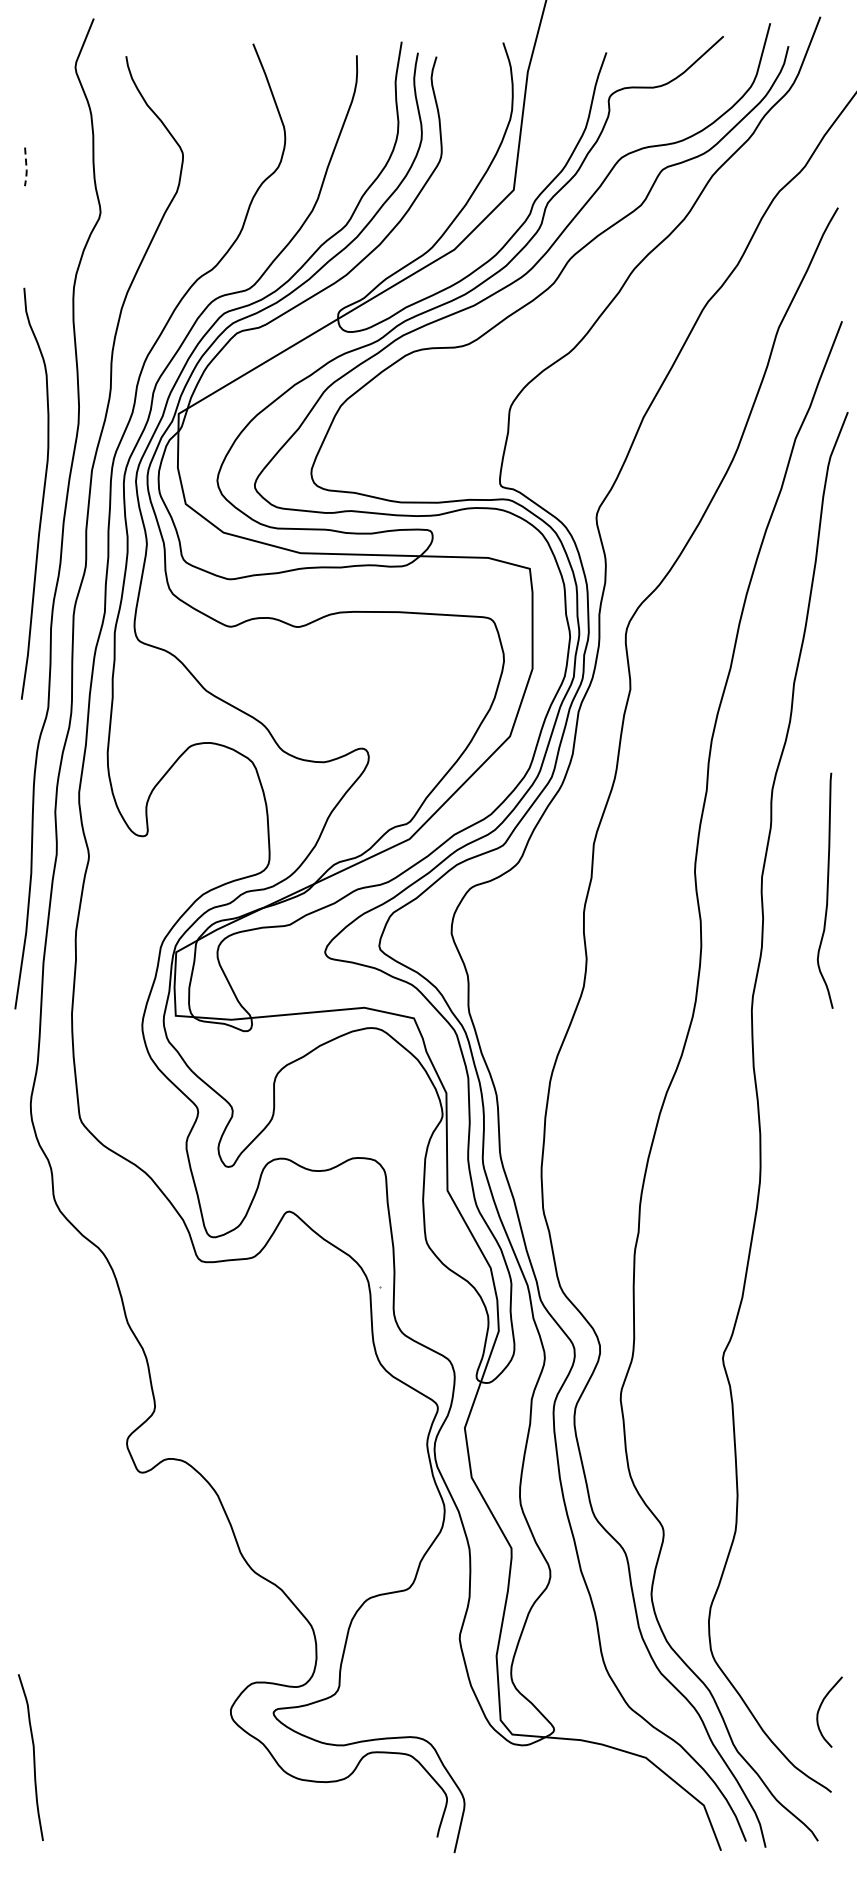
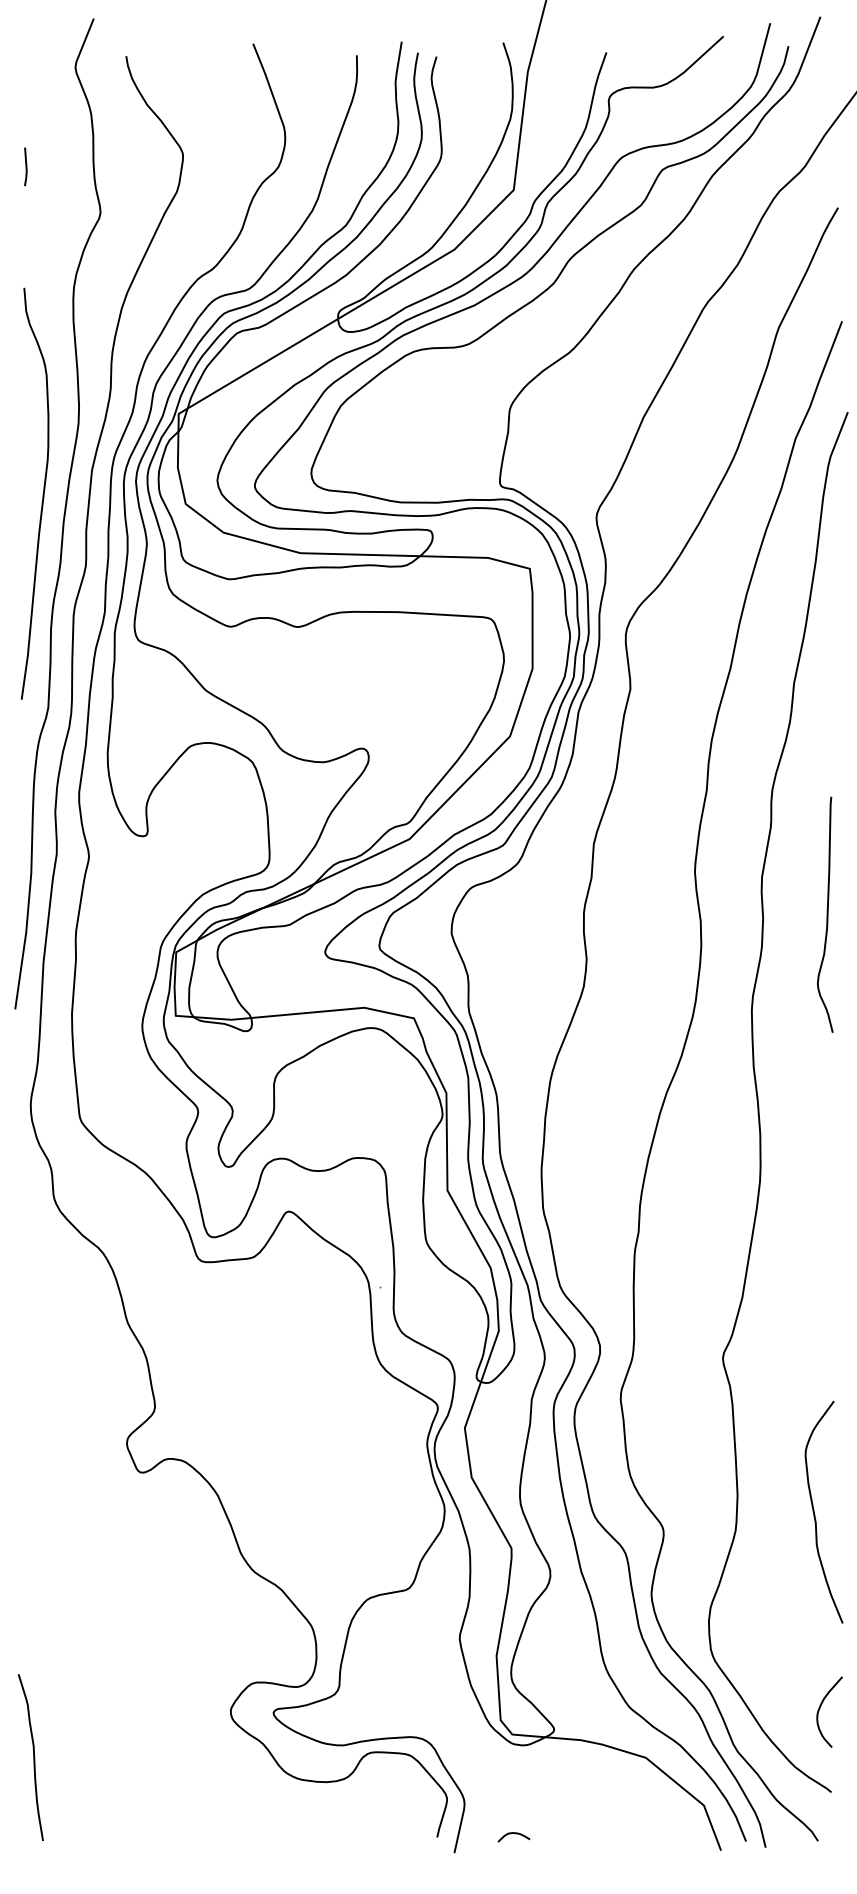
line at (26, 167): dashed -> solid
curve at (826, 890) position: (826, 890) -> (826, 914)
curve at (815, 1514): none -> present
curve at (515, 1834): none -> present
